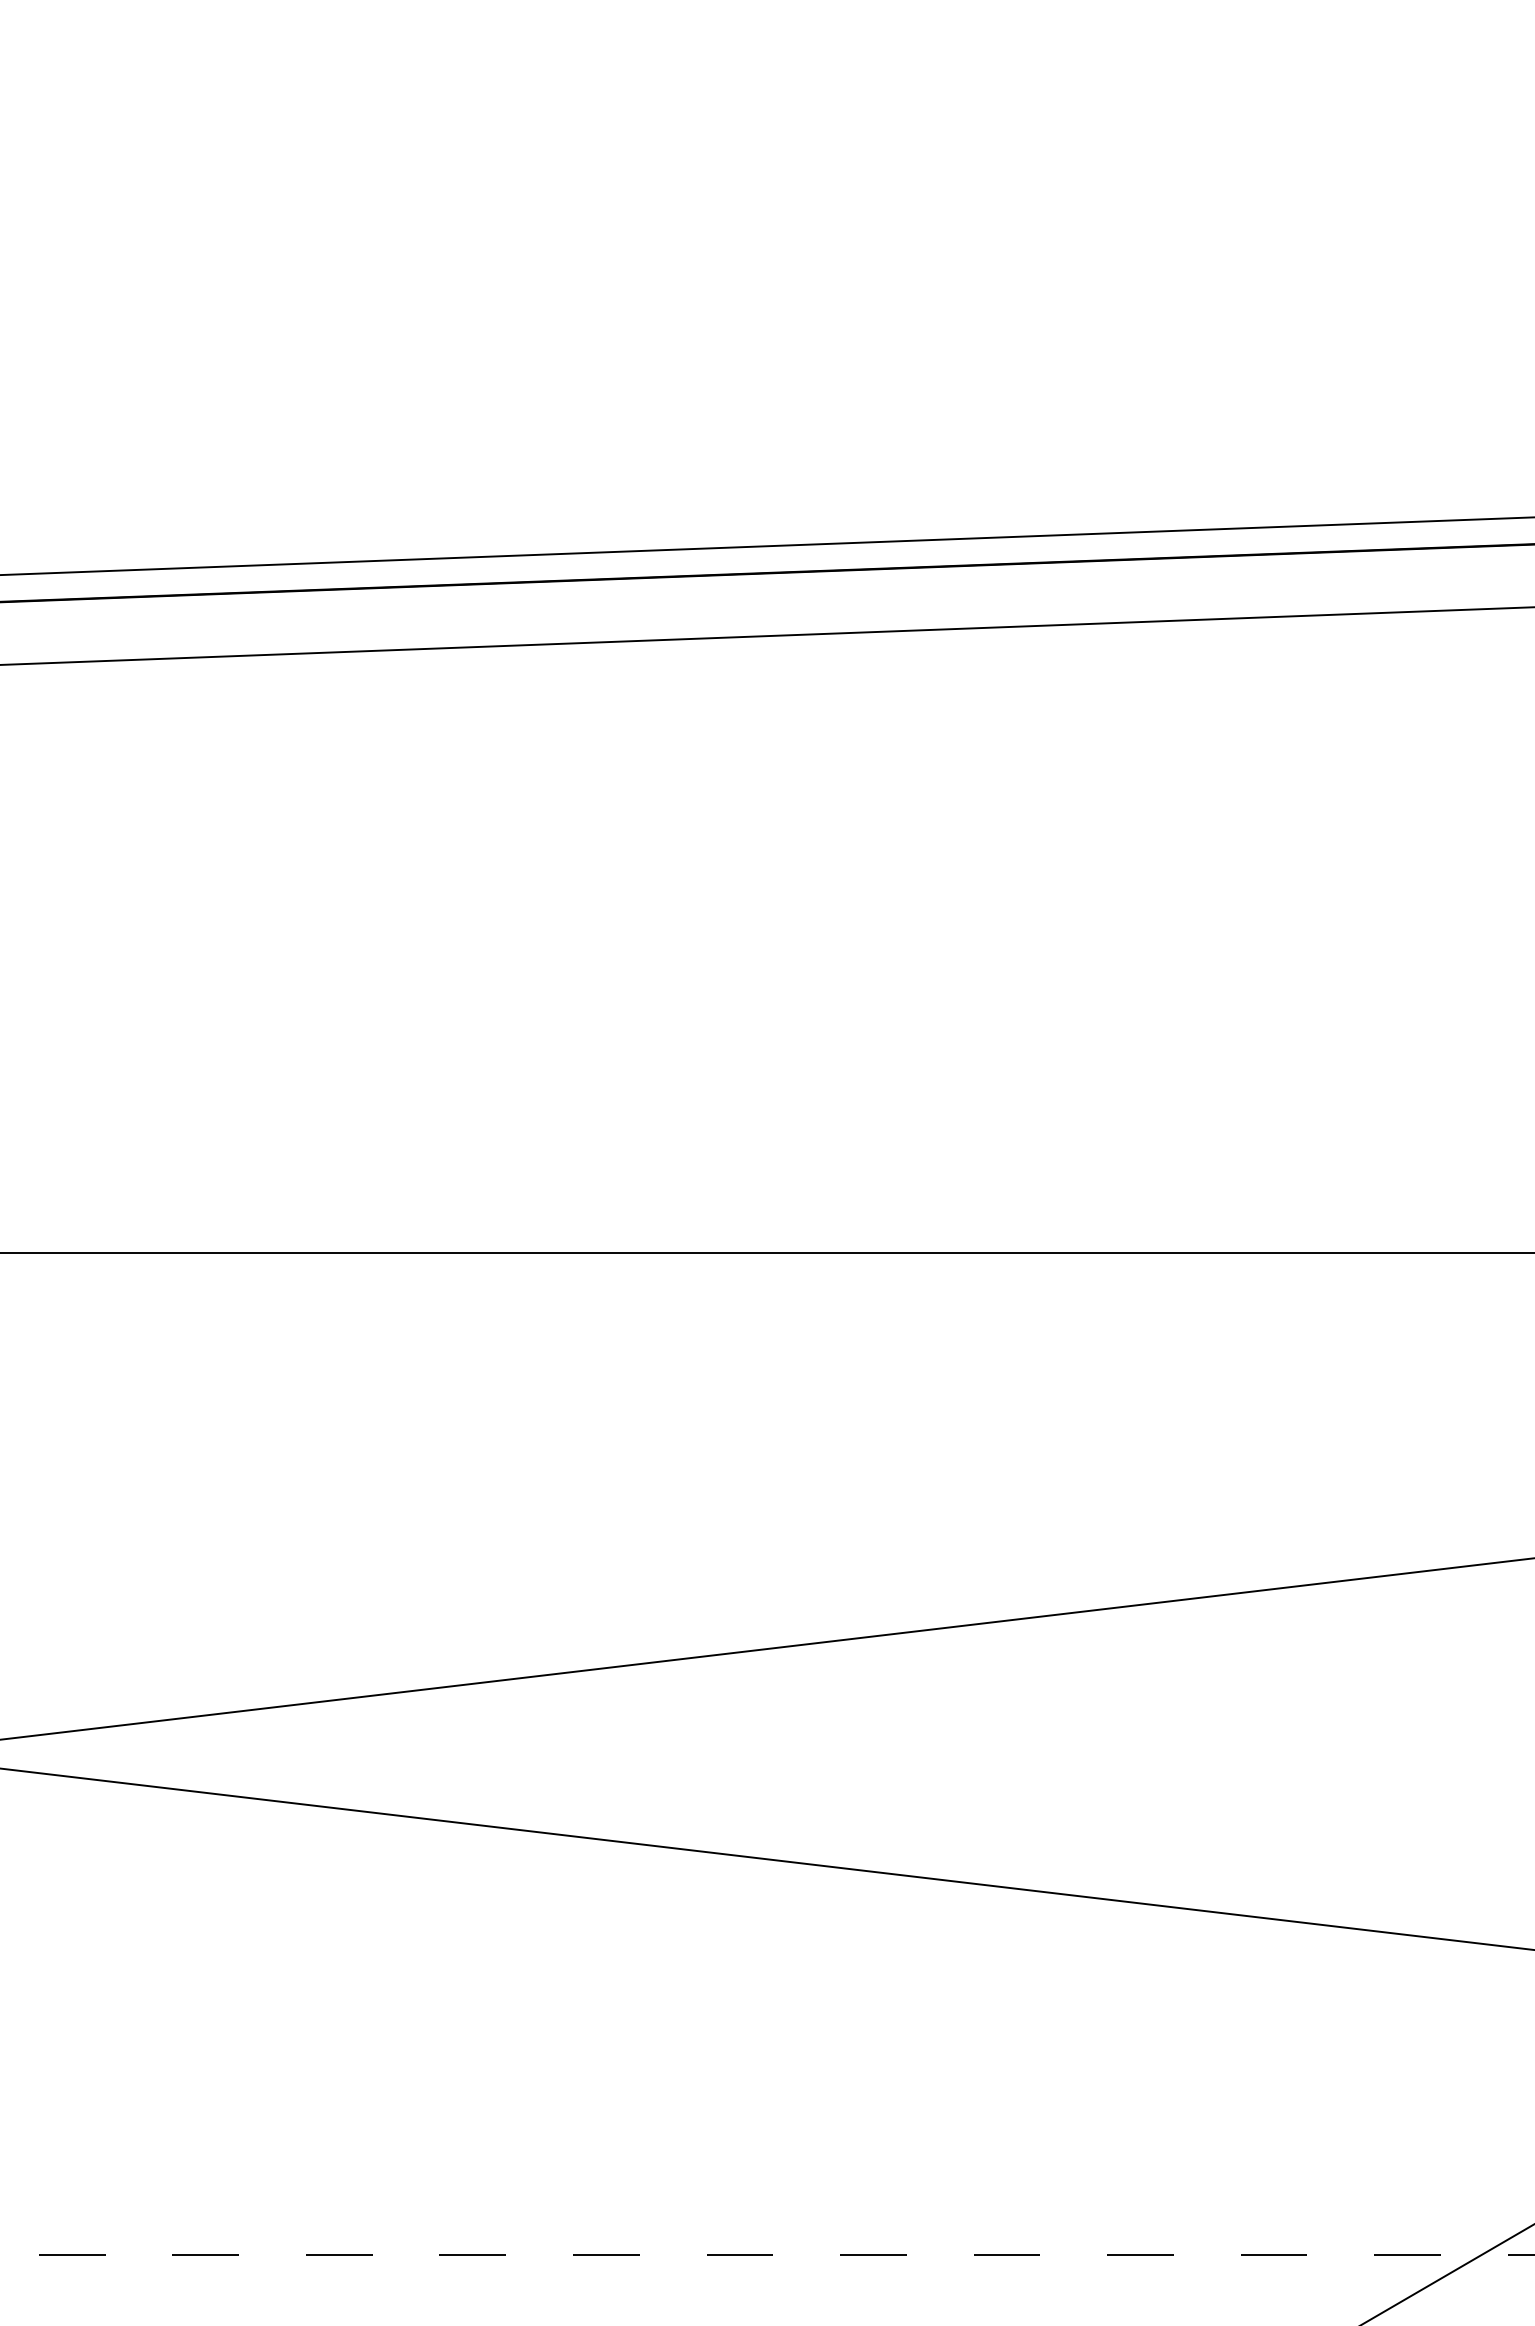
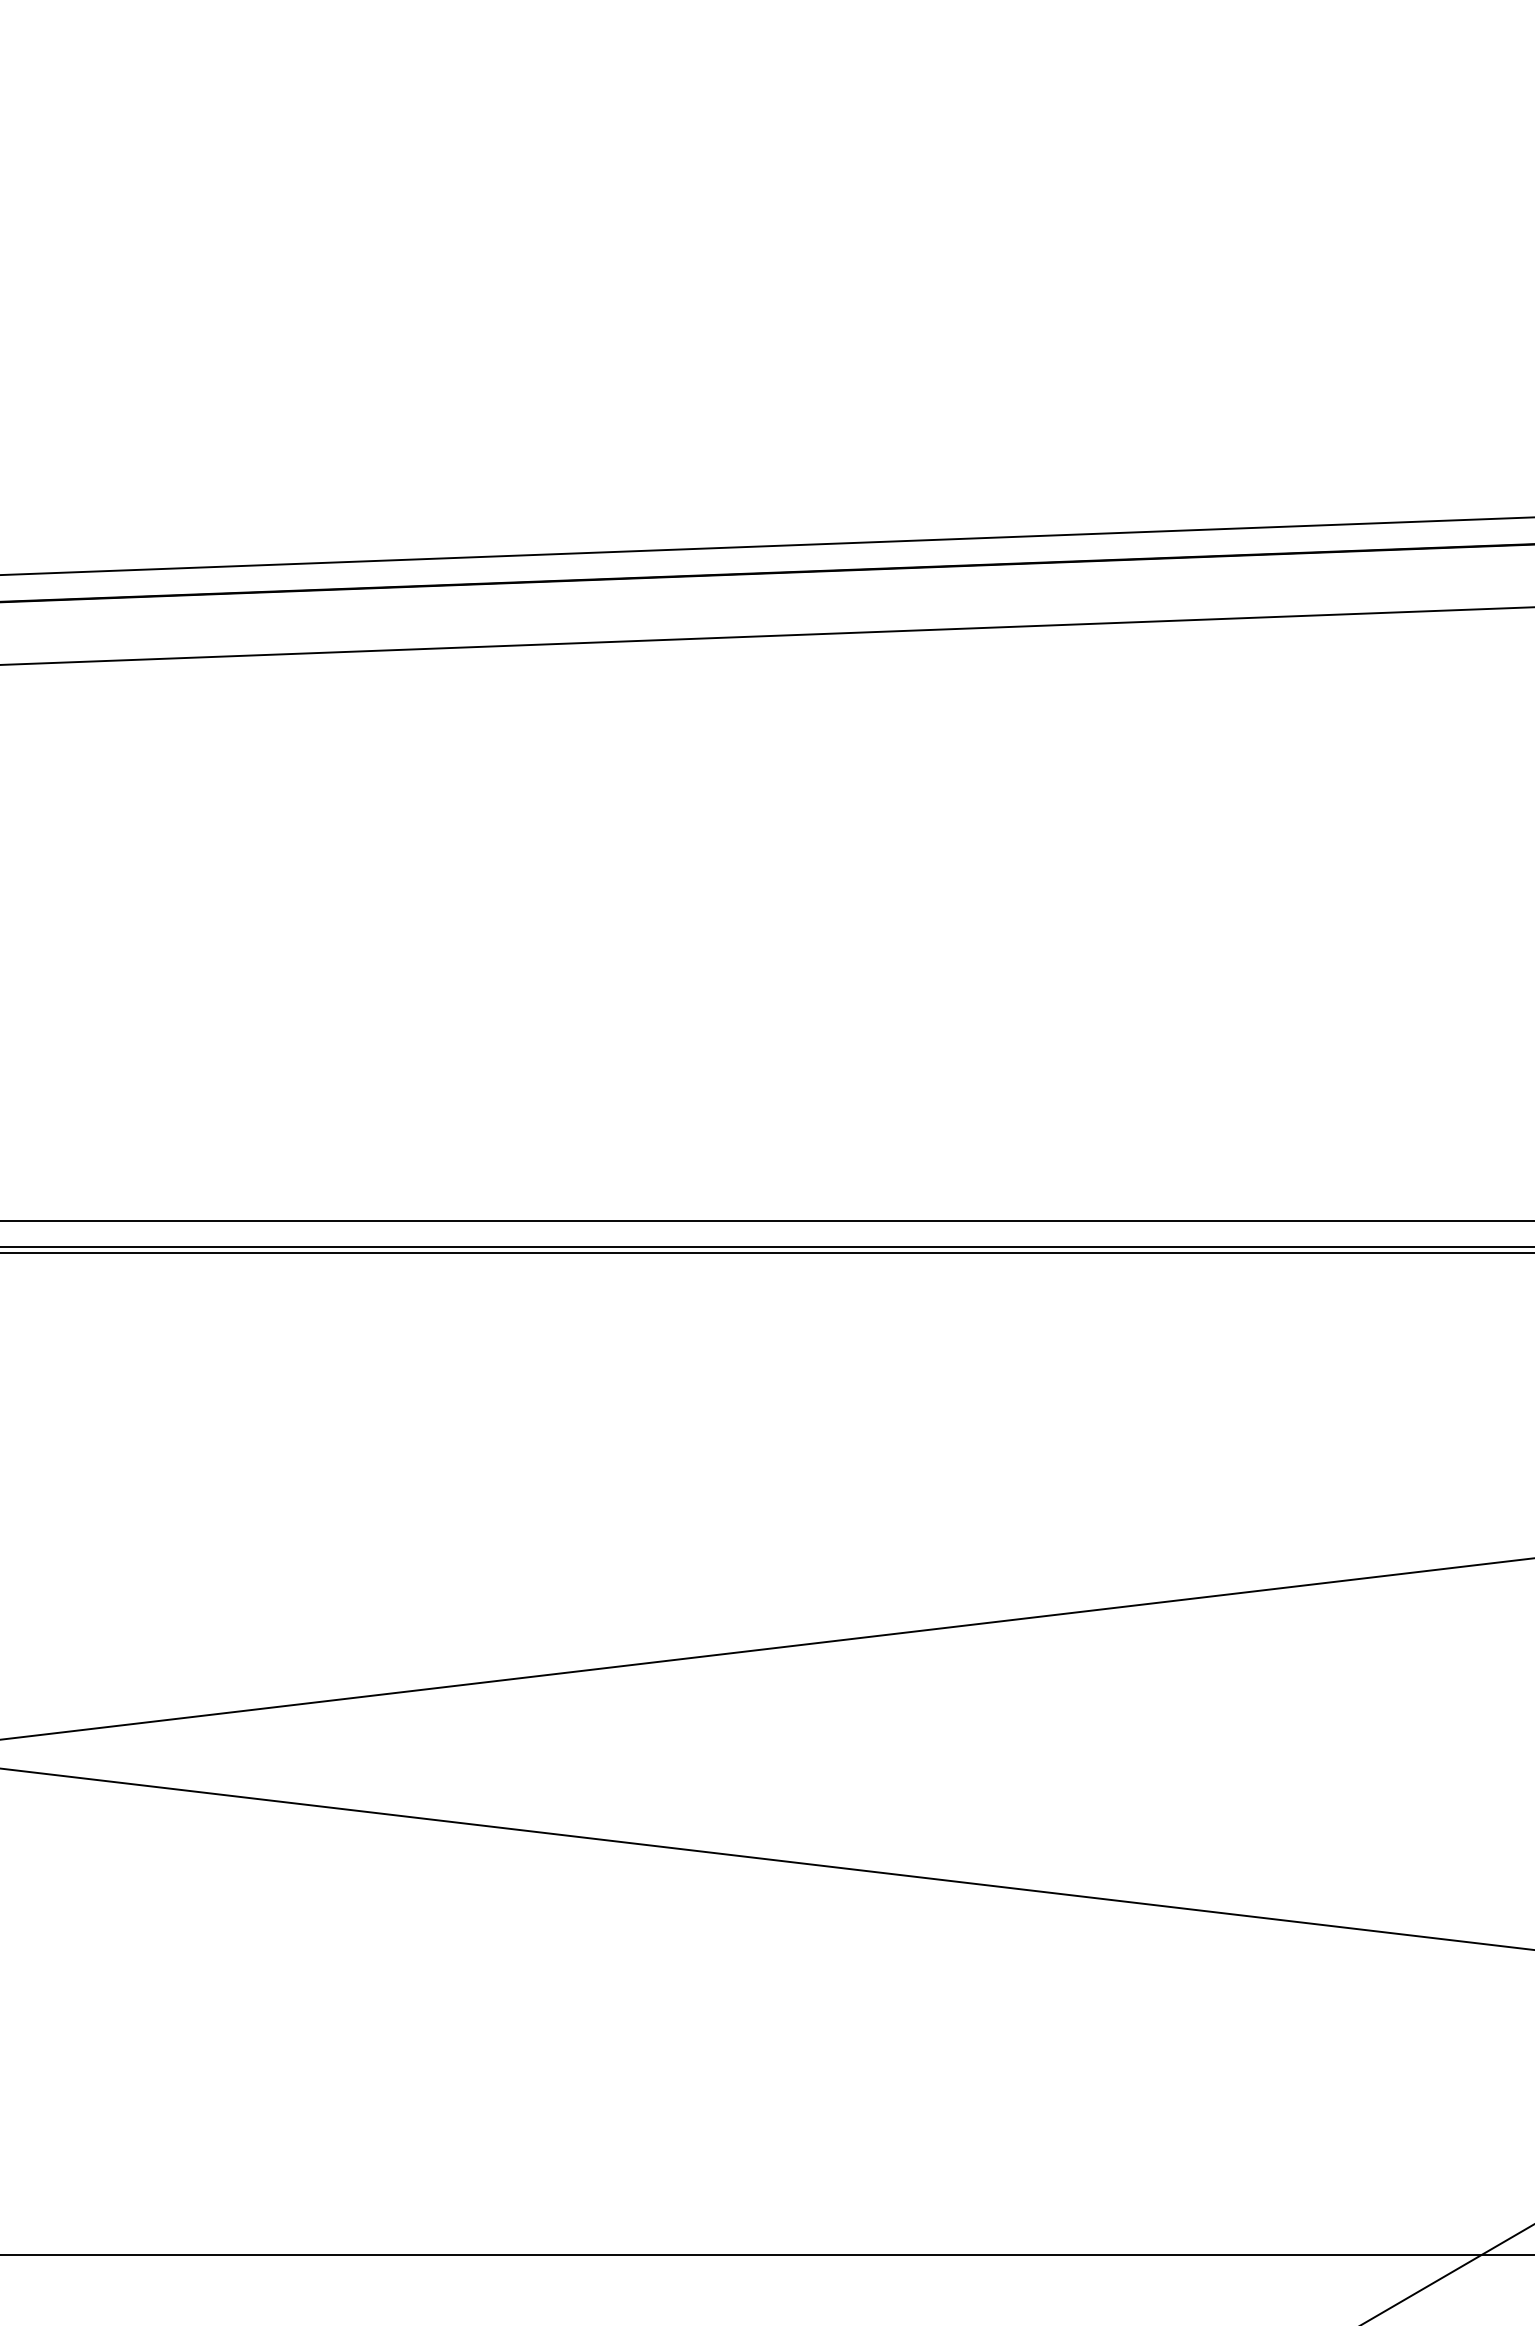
line at (766, 1220): none -> present
line at (766, 1246): none -> present
line at (766, 2254): dashed -> solid
